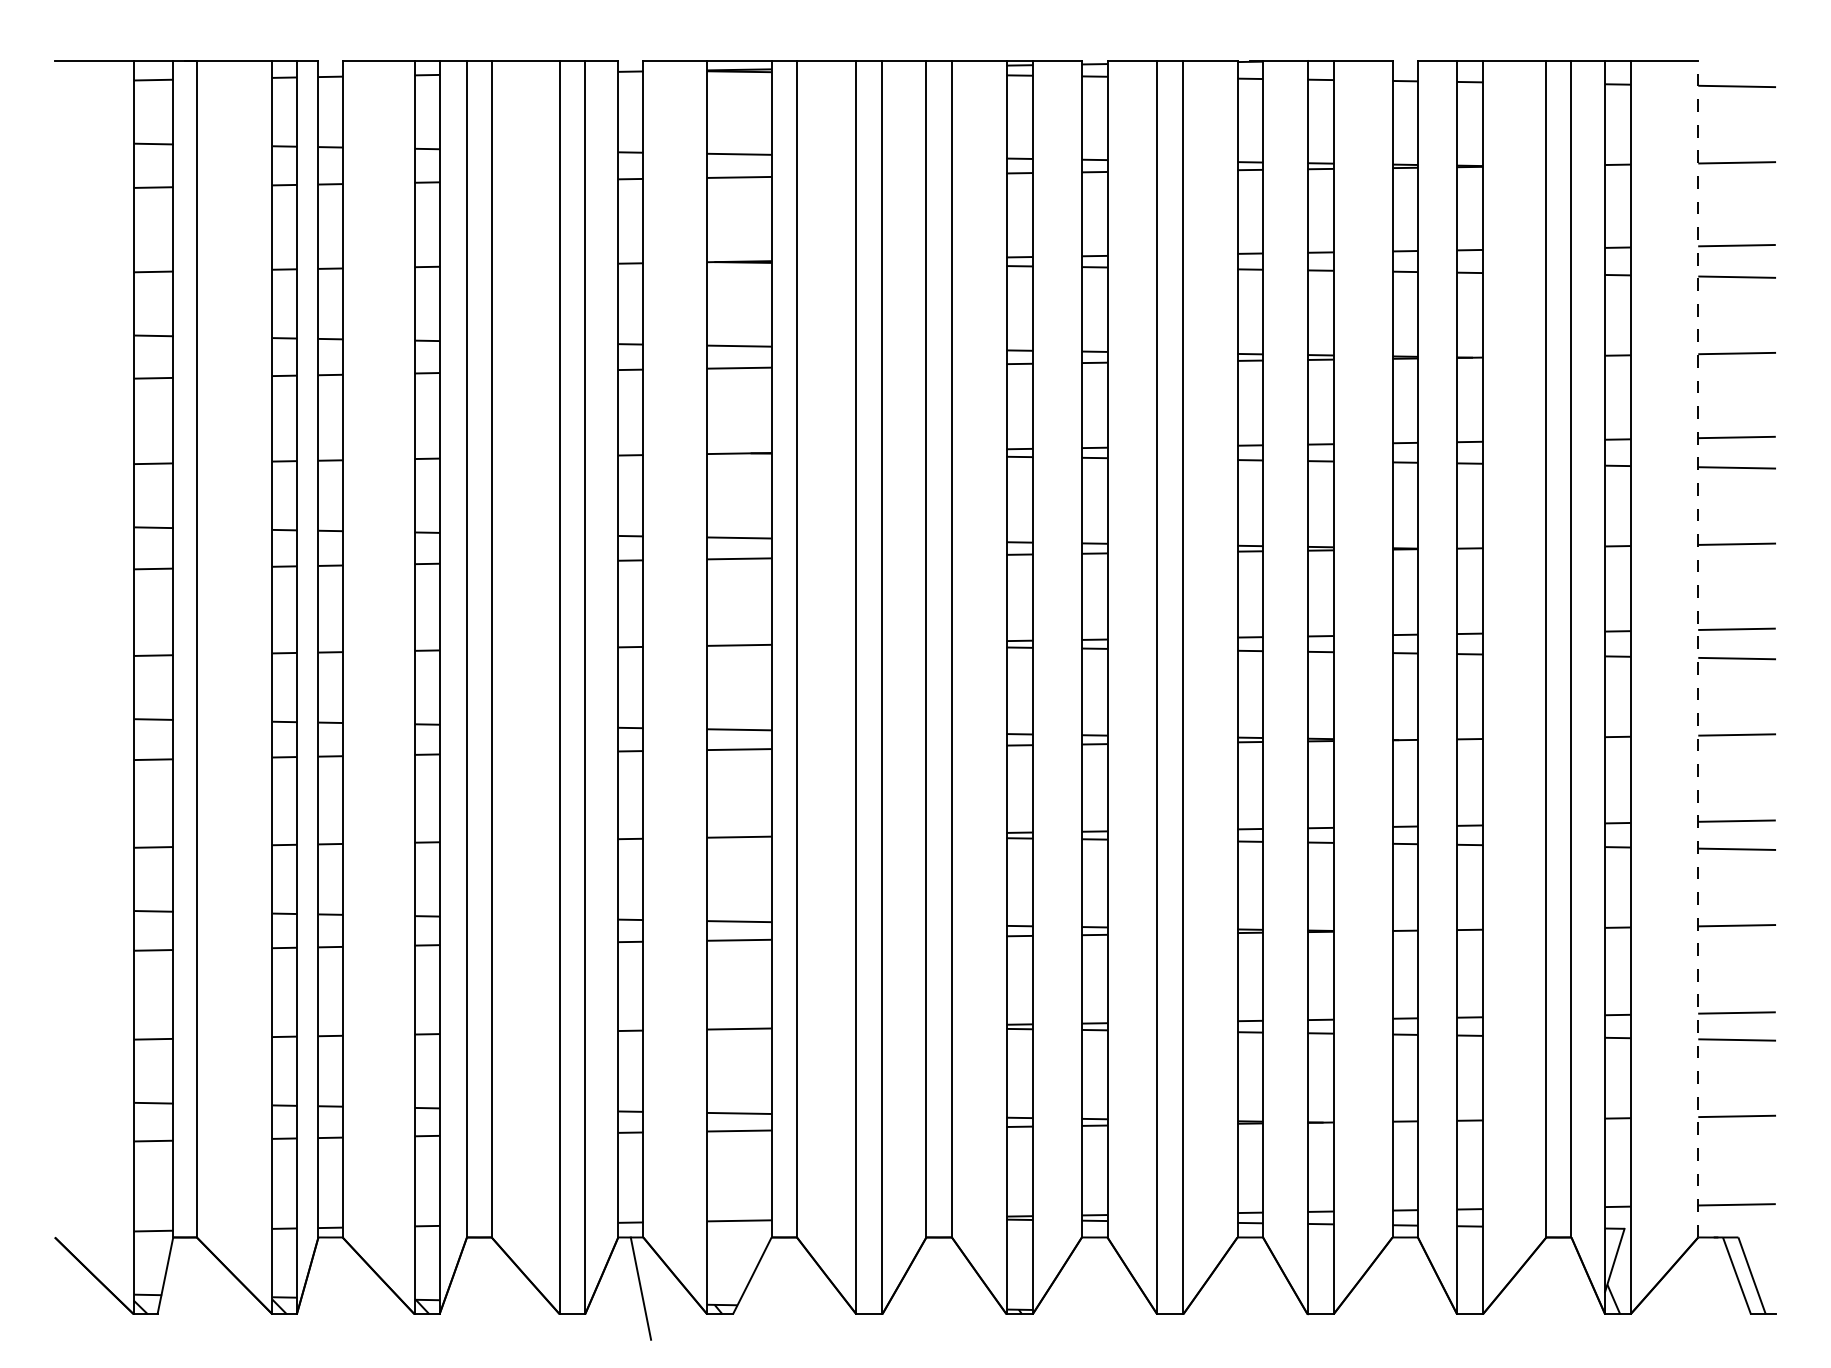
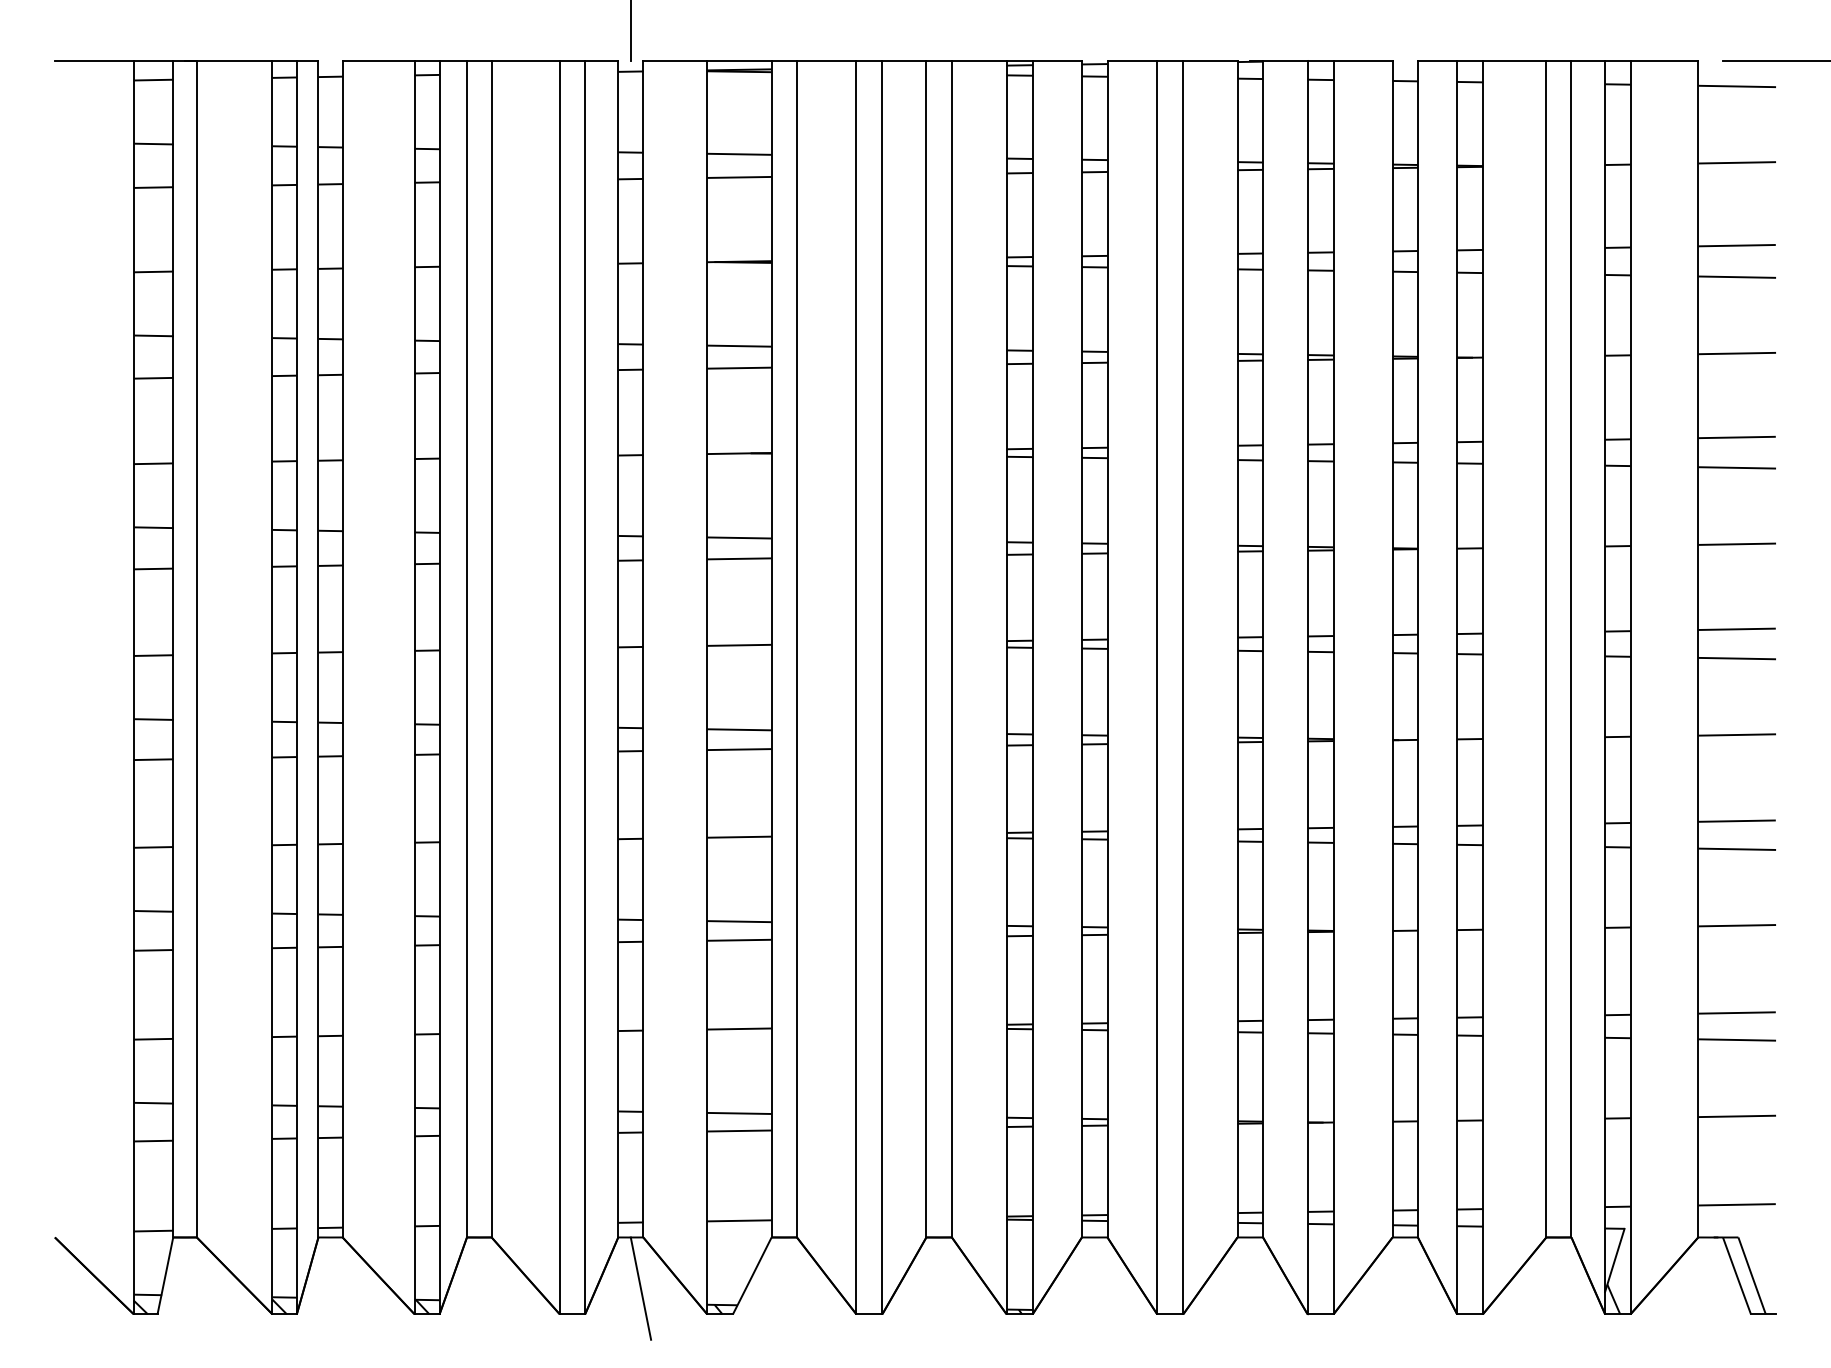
line at (630, 31): none -> present
line at (1775, 60): none -> present
line at (1698, 648): dashed -> solid
